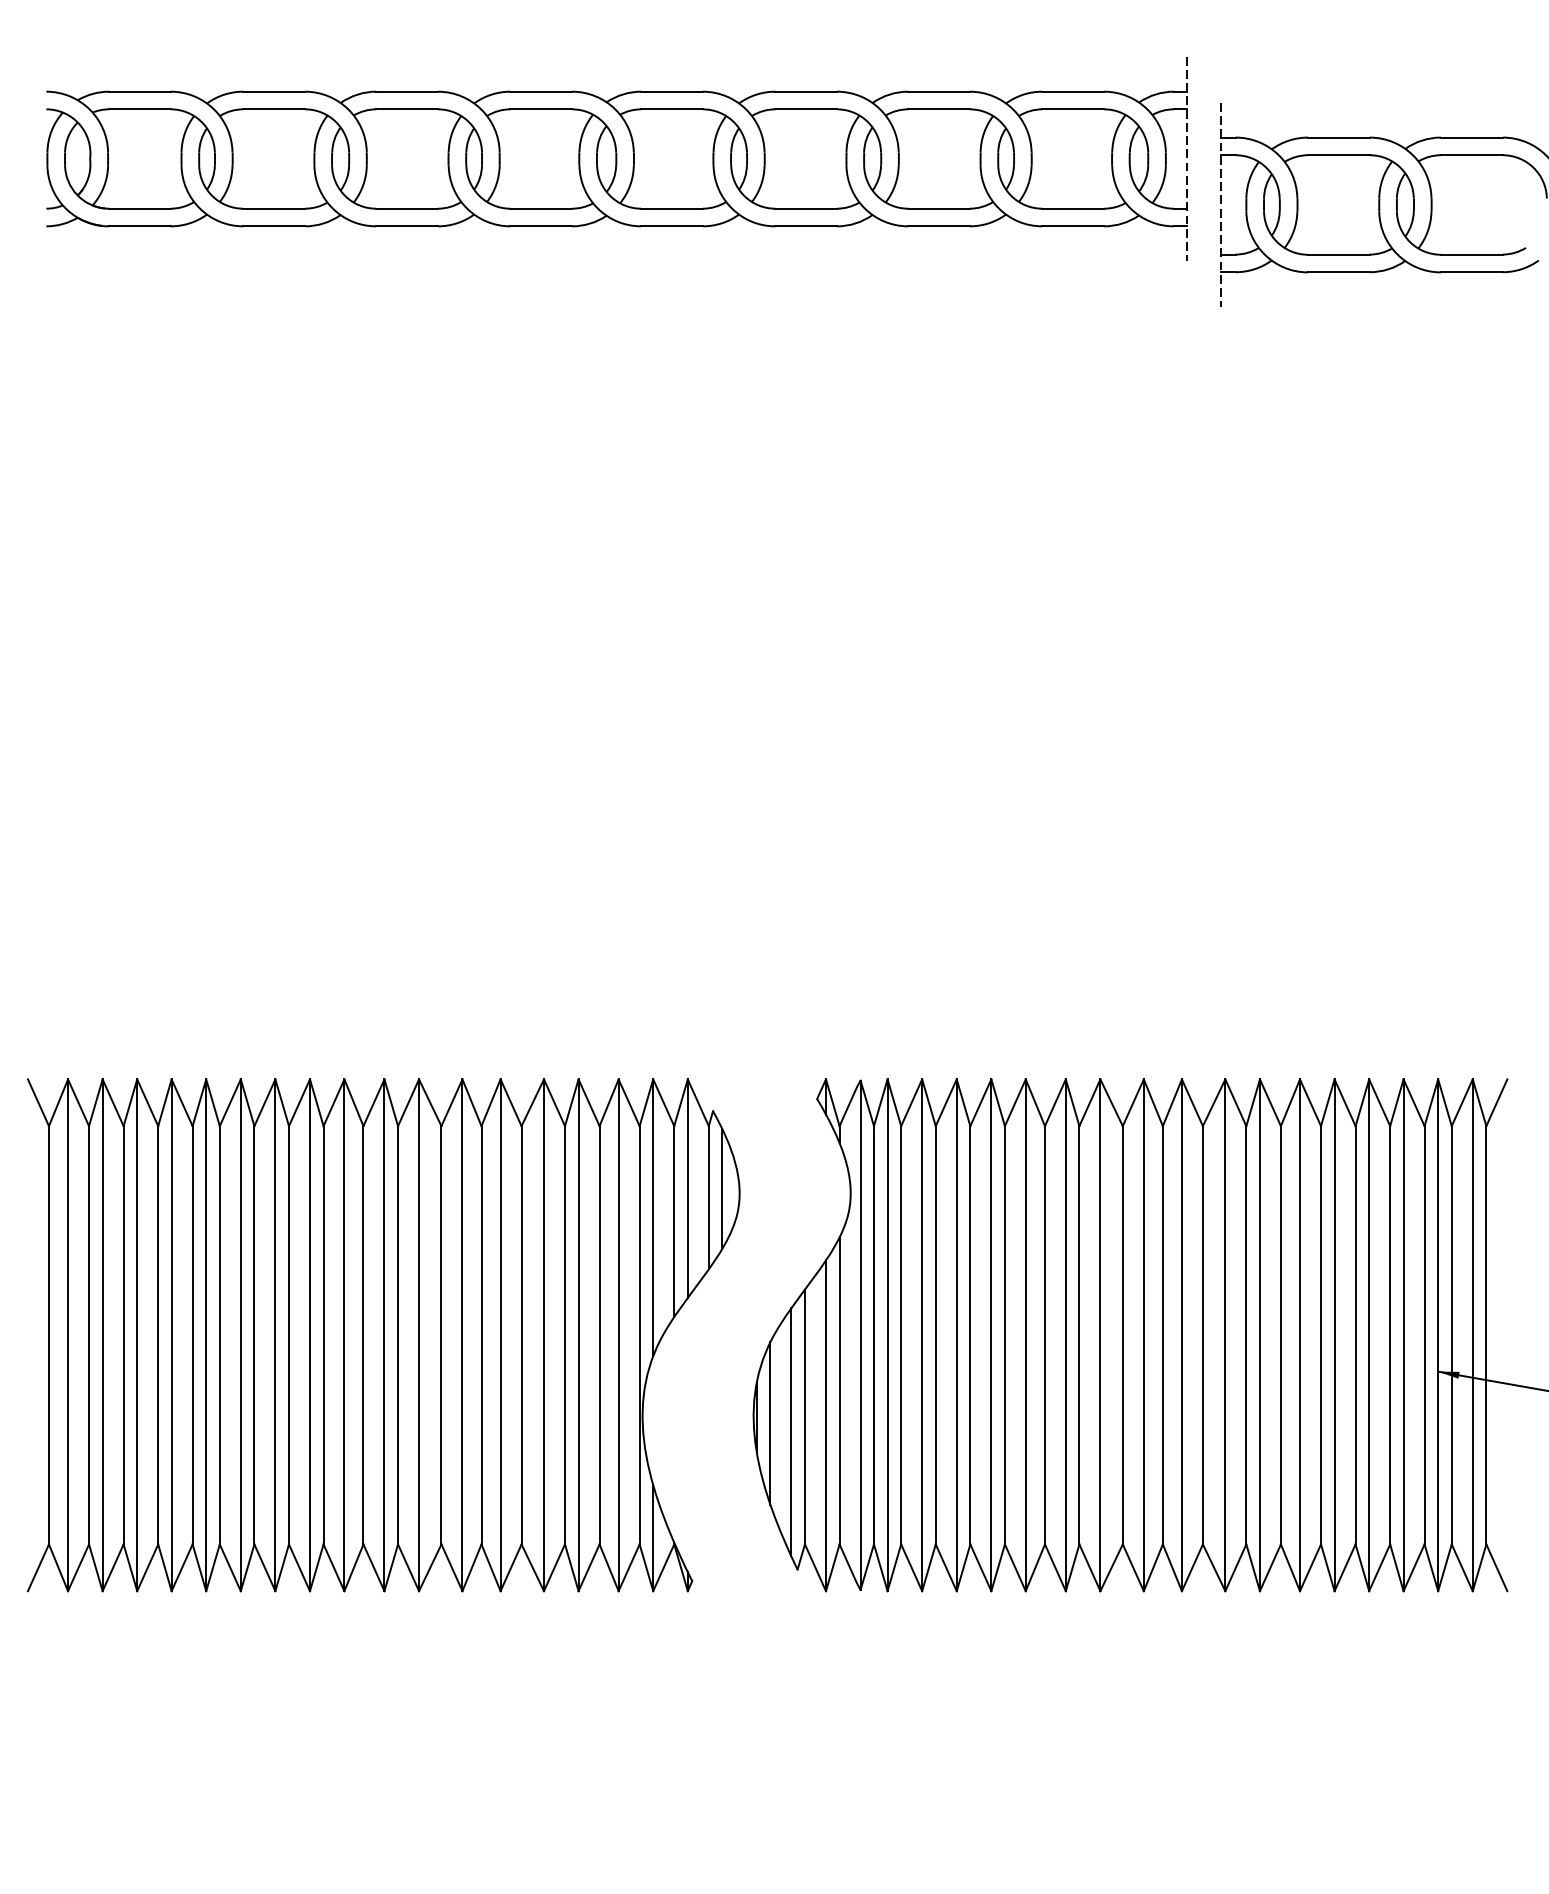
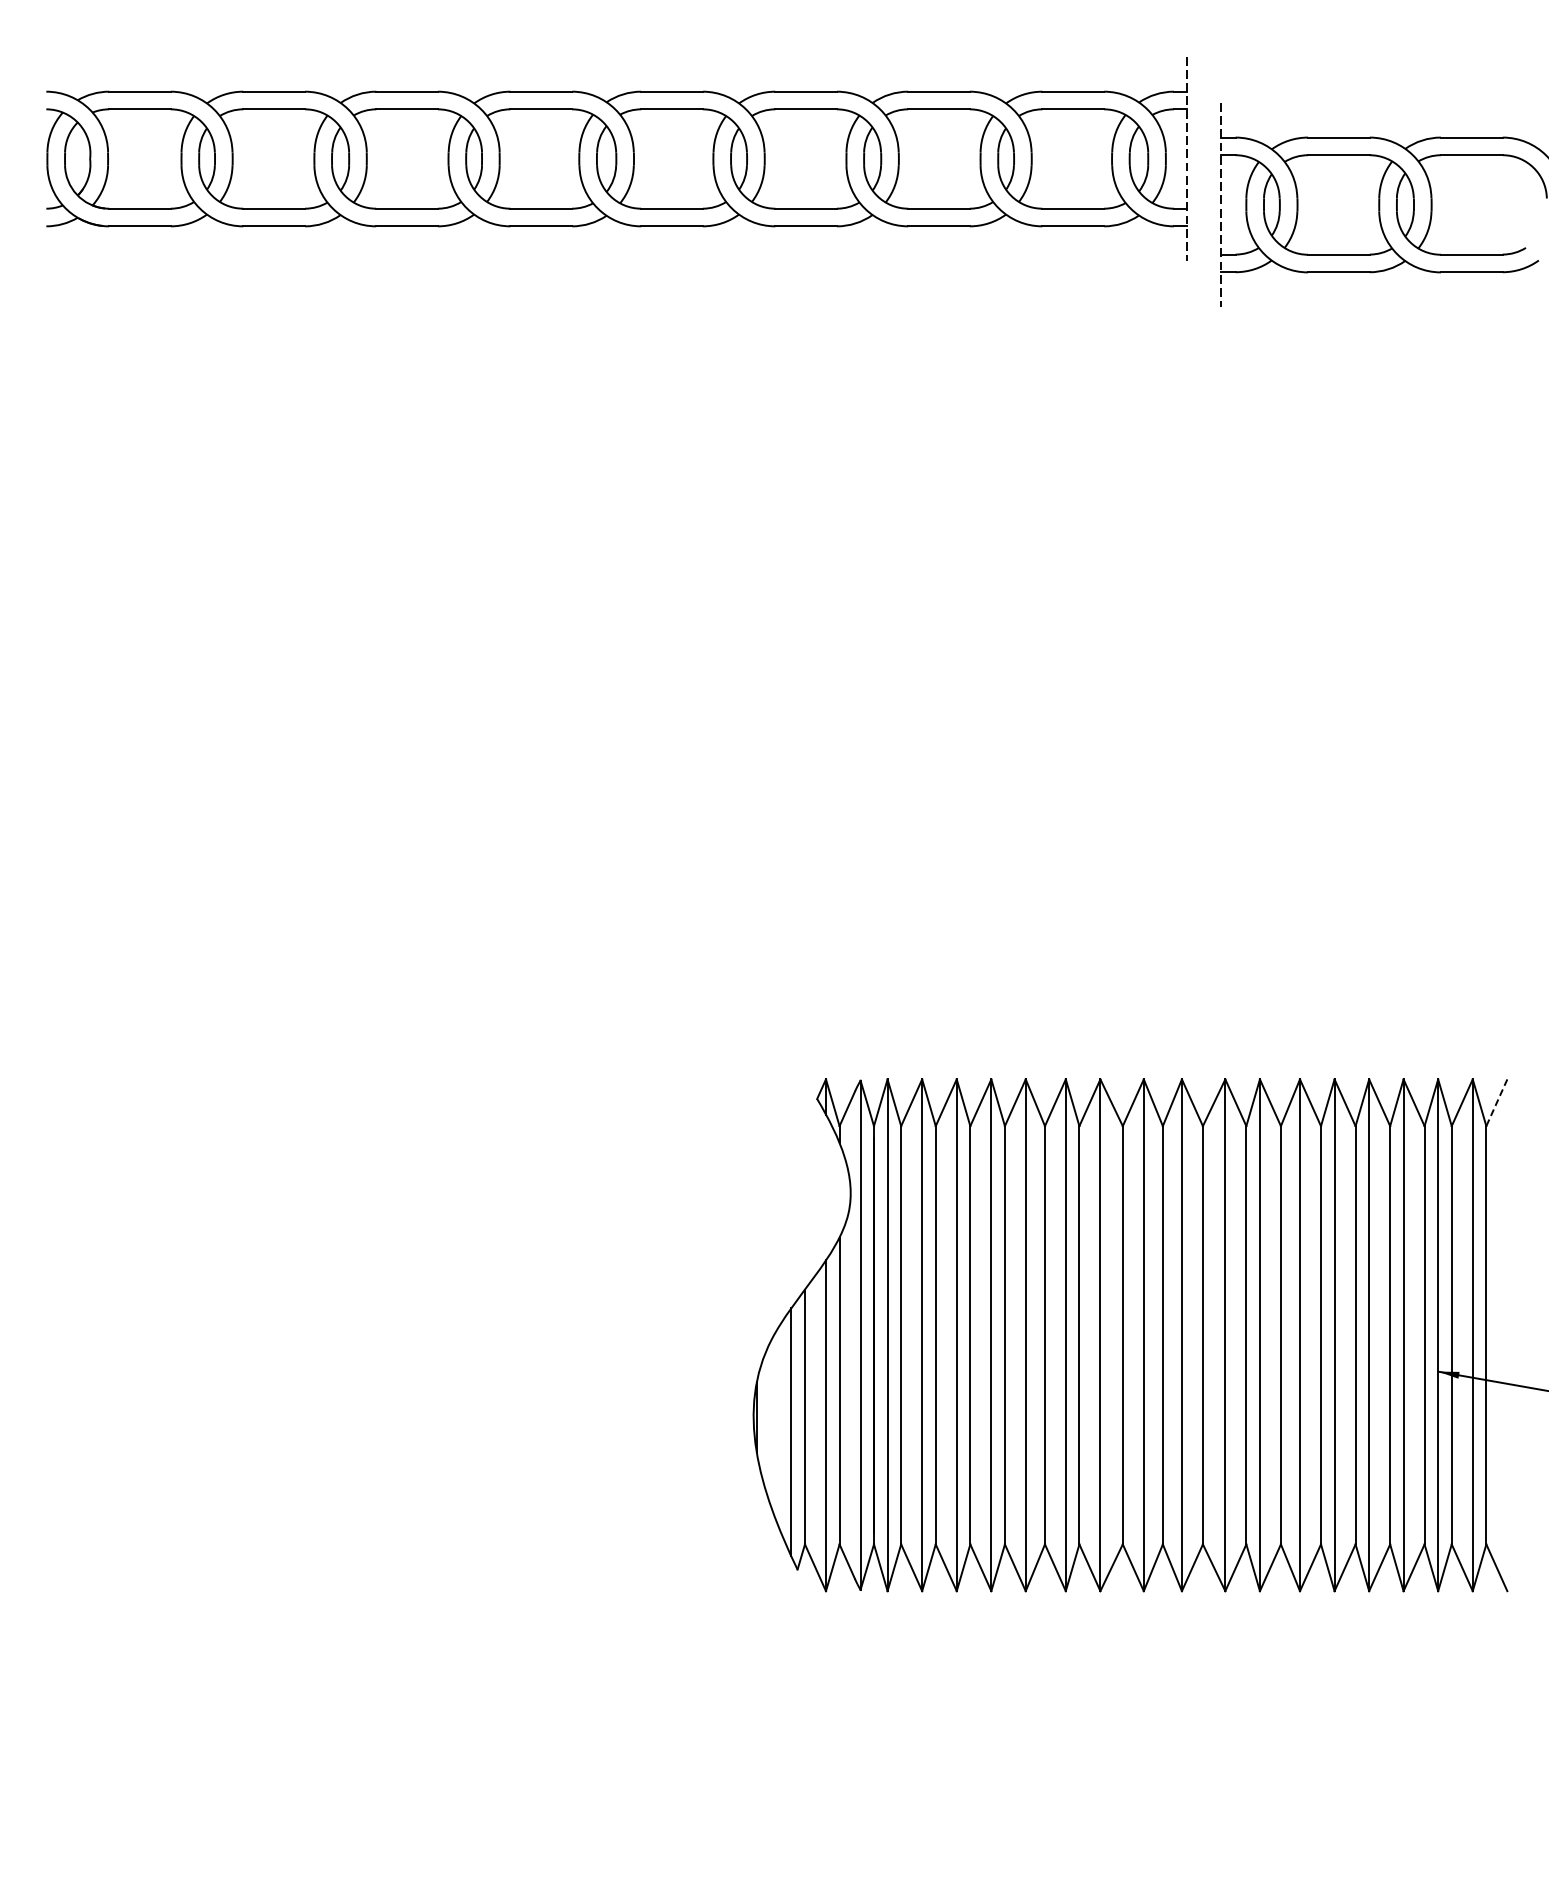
line at (1496, 1102): solid -> dashed
part at (383, 1335): present -> none
line at (770, 1423): present -> none
